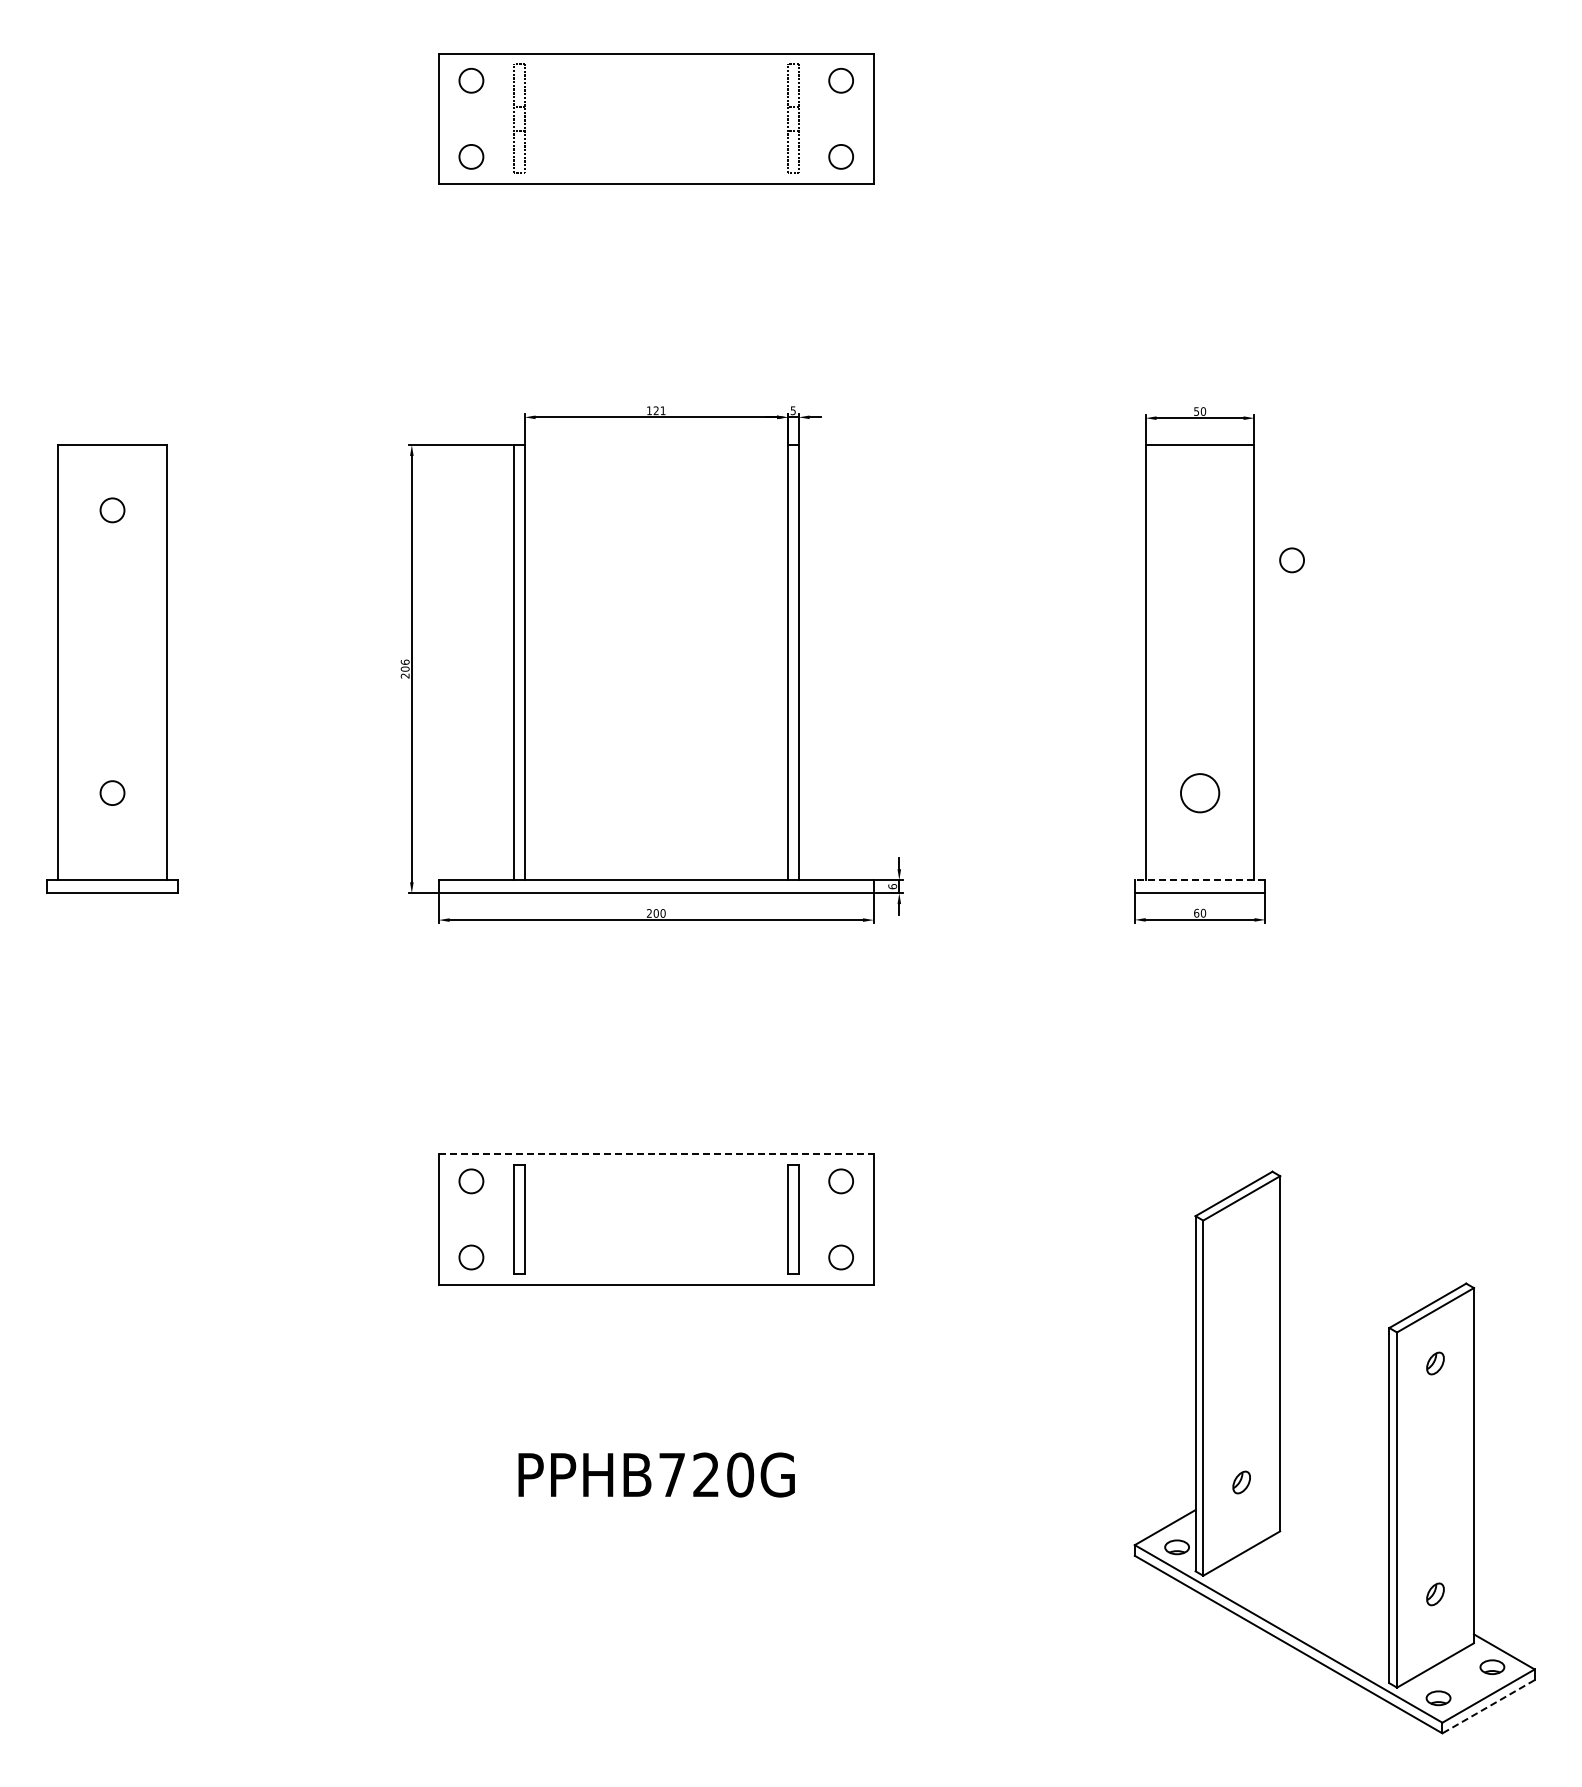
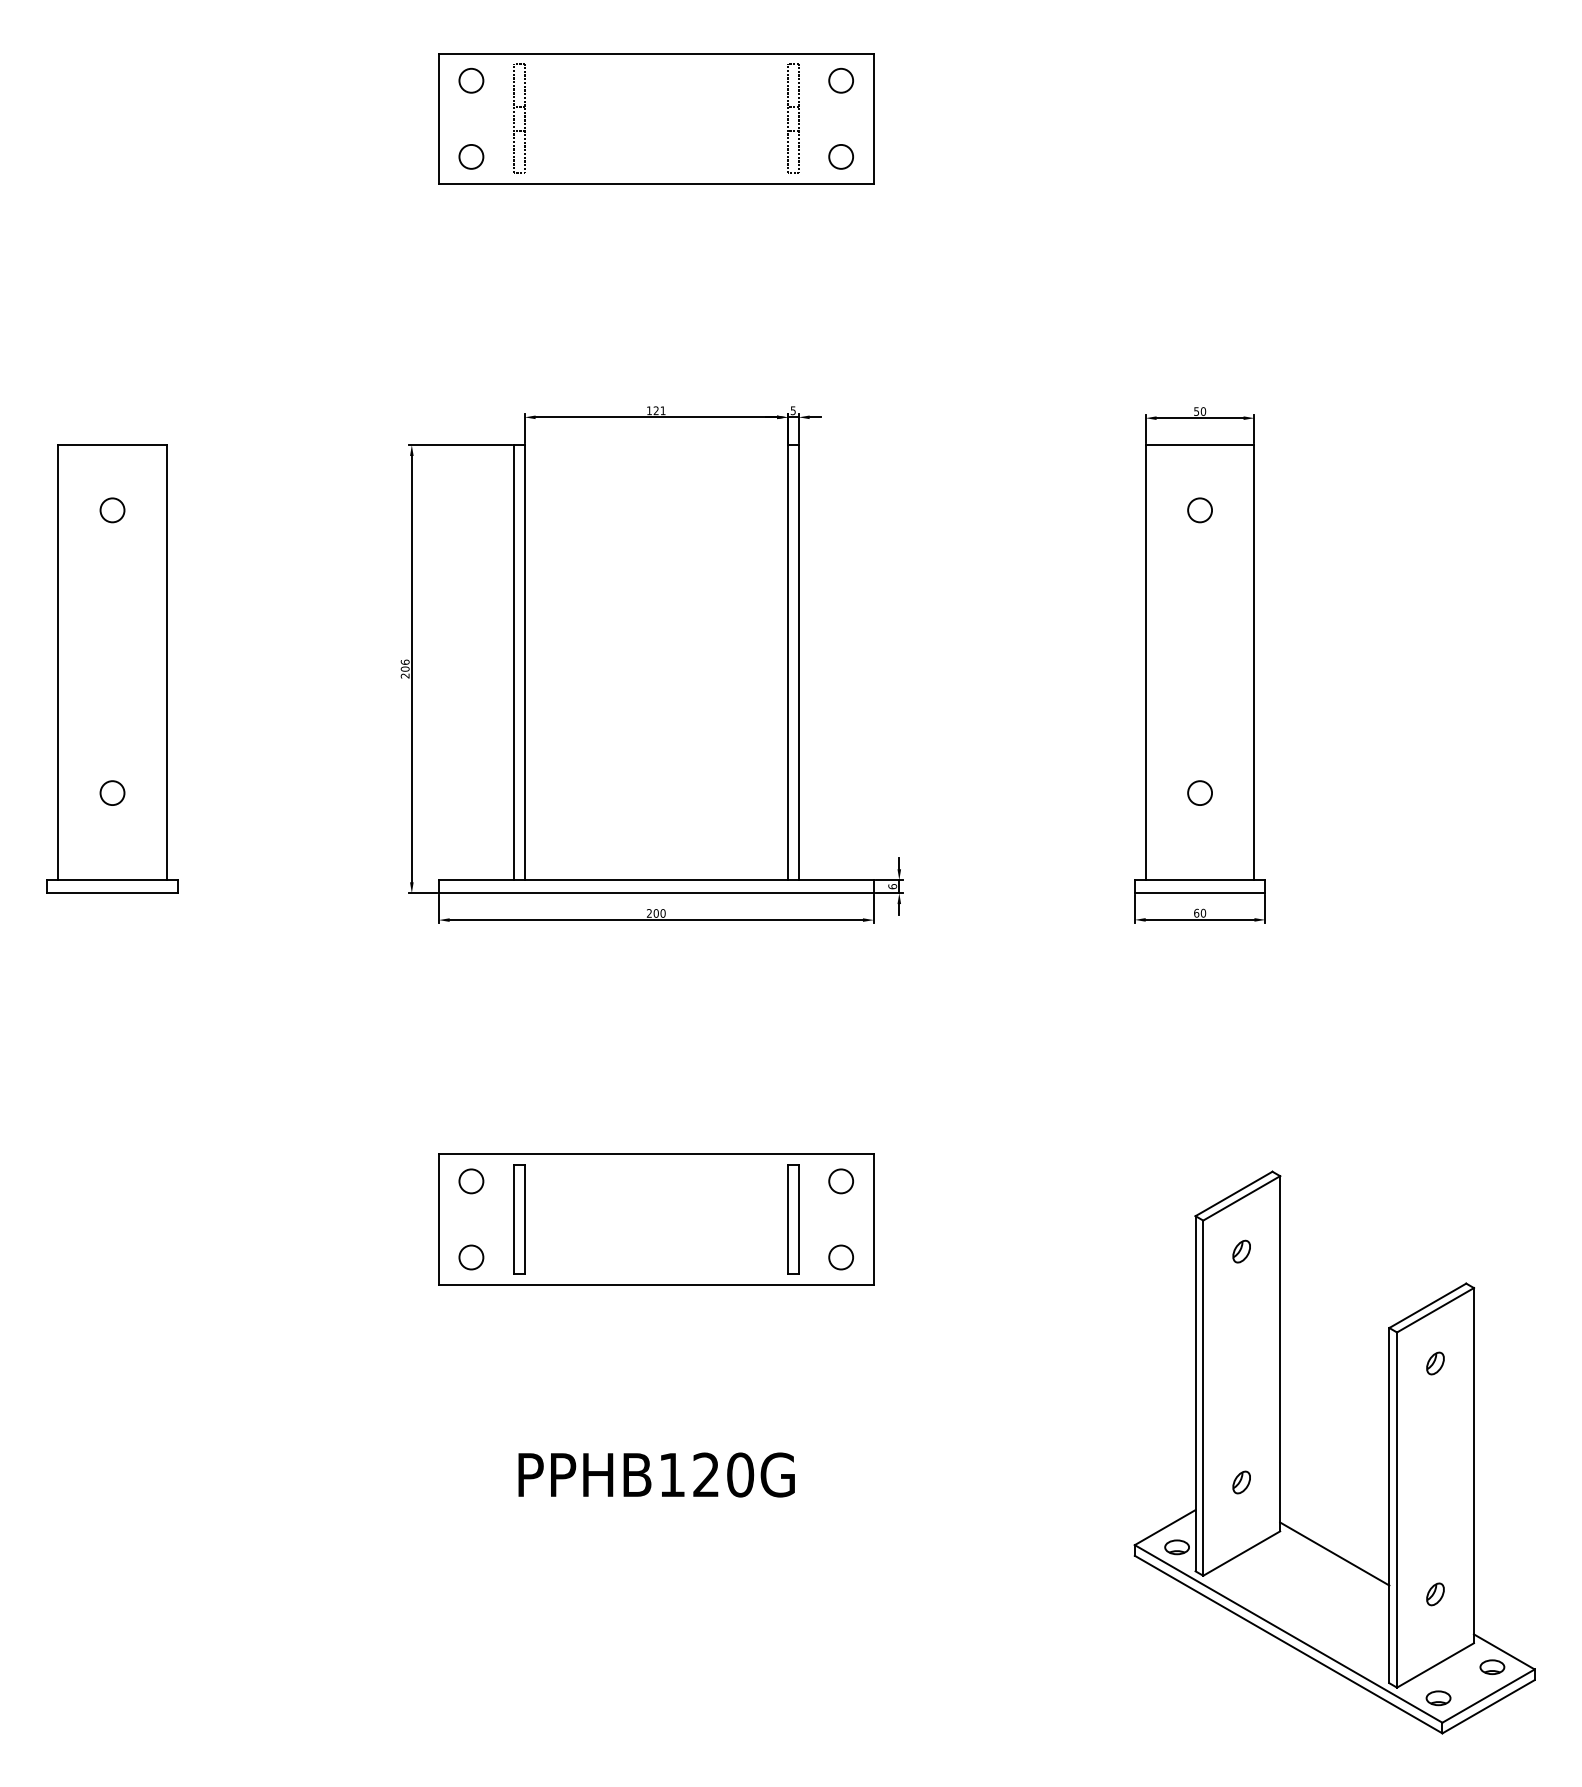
circle at (1291, 560) position: (1291, 560) -> (1199, 510)
circle at (1200, 793) size: 41x41 px -> 26x26 px
line at (1199, 880): dashed -> solid
line at (656, 1154): dashed -> solid
part at (1241, 1251): none -> present
text at (671, 1474): PPHB720G -> PPHB120G
line at (1334, 1553): none -> present
line at (1488, 1707): dashed -> solid
